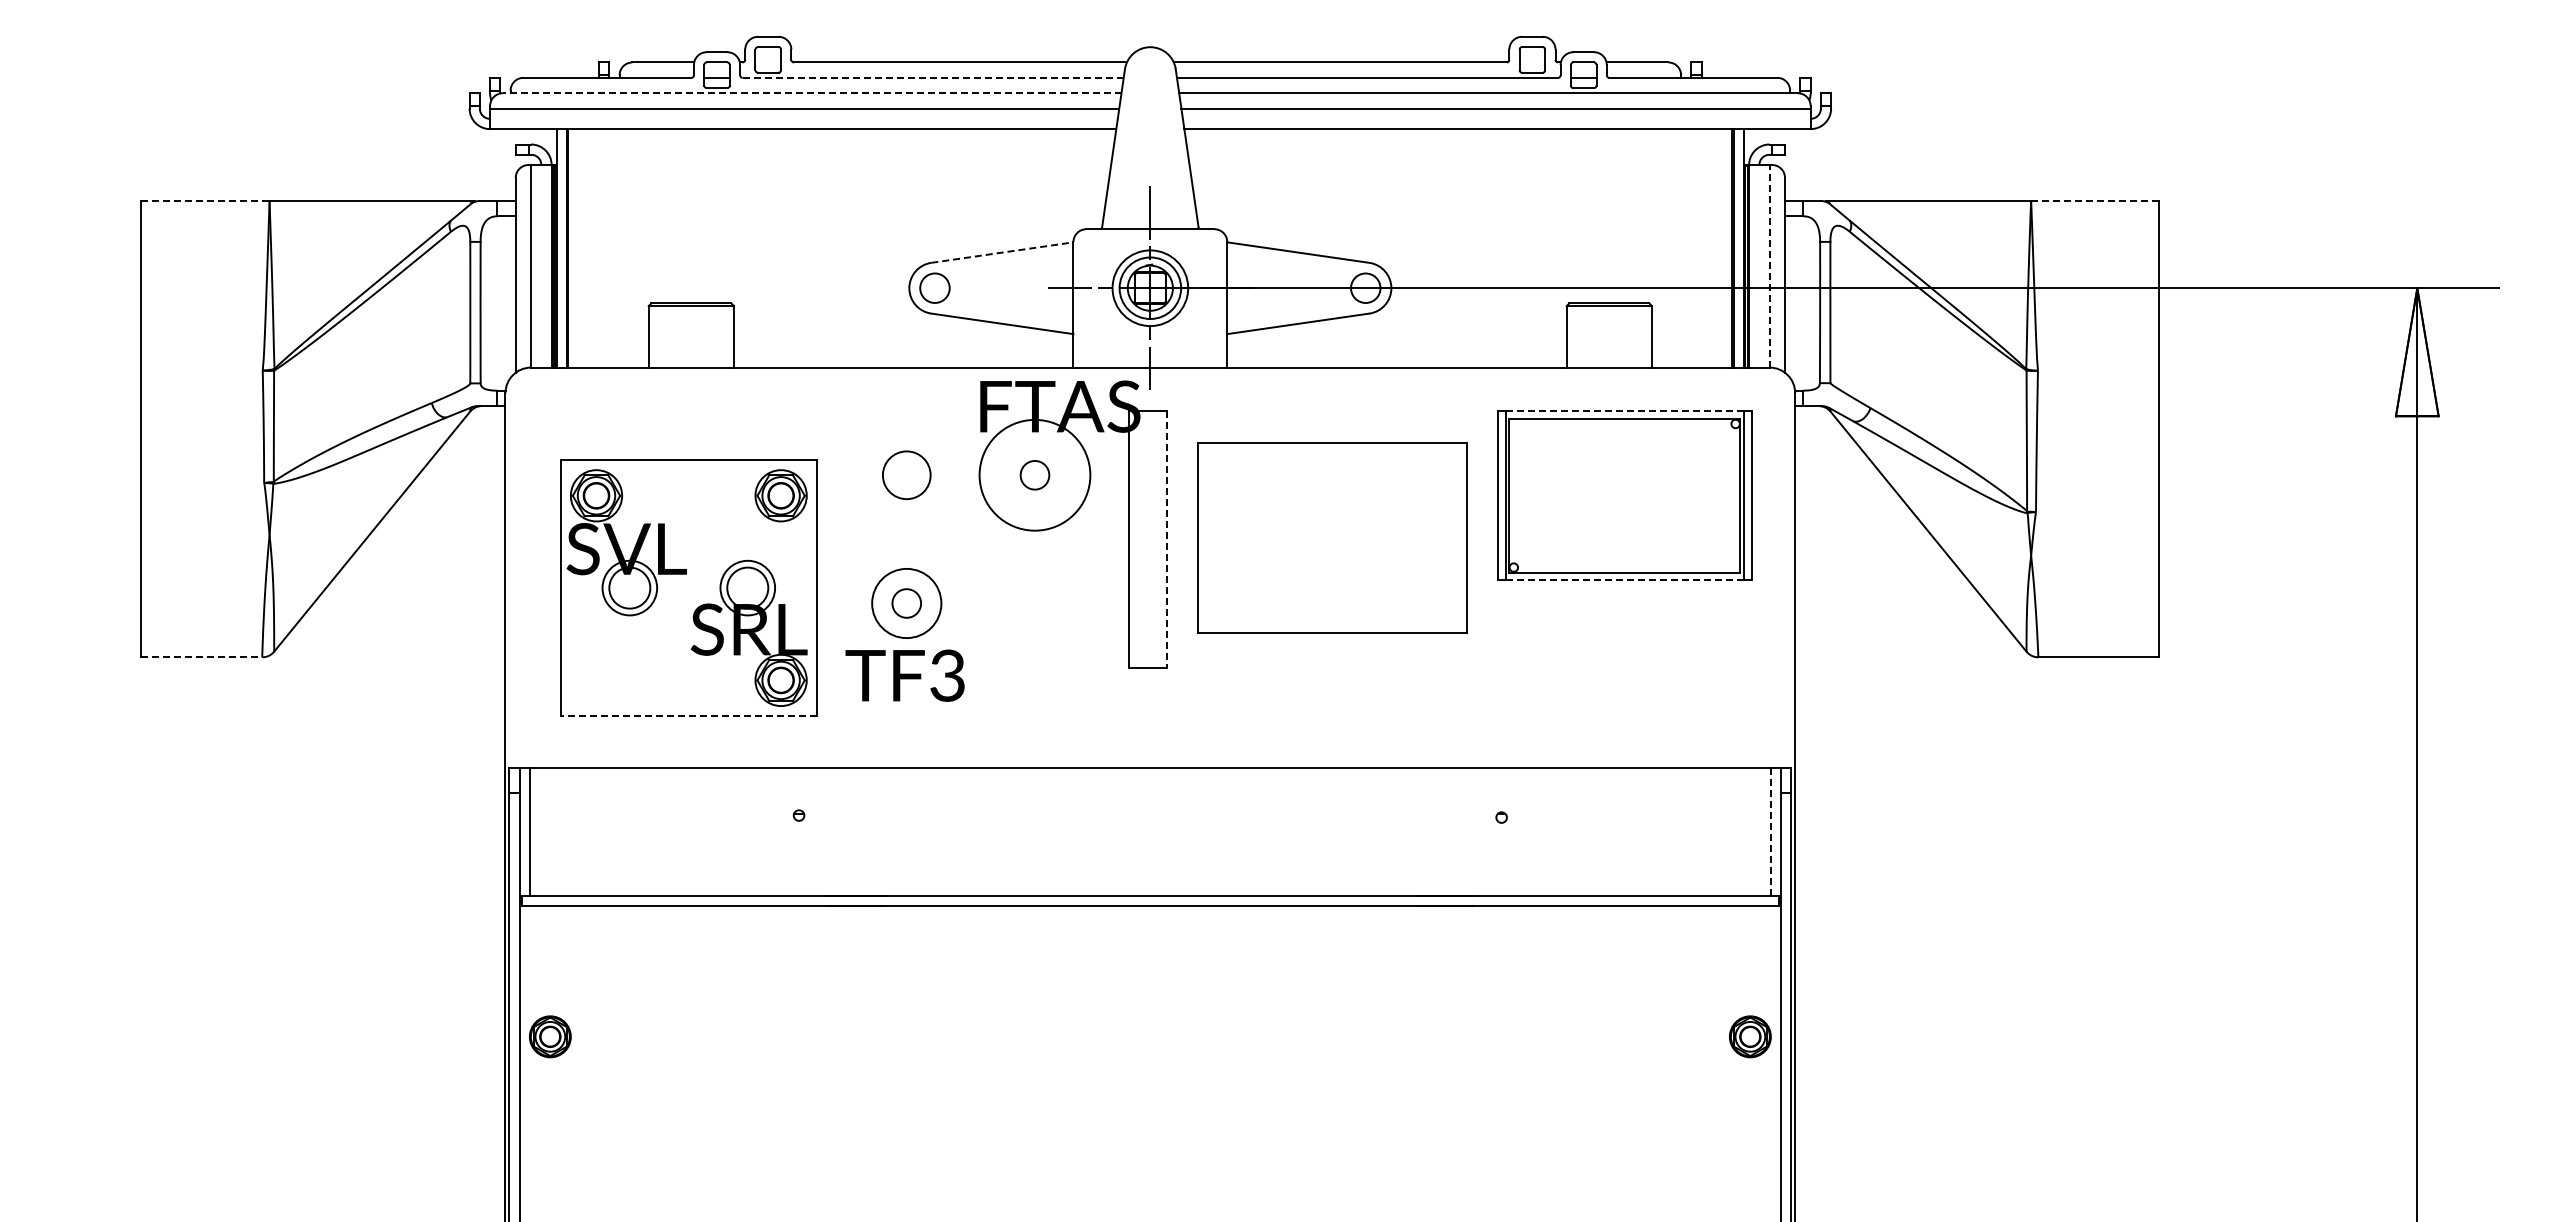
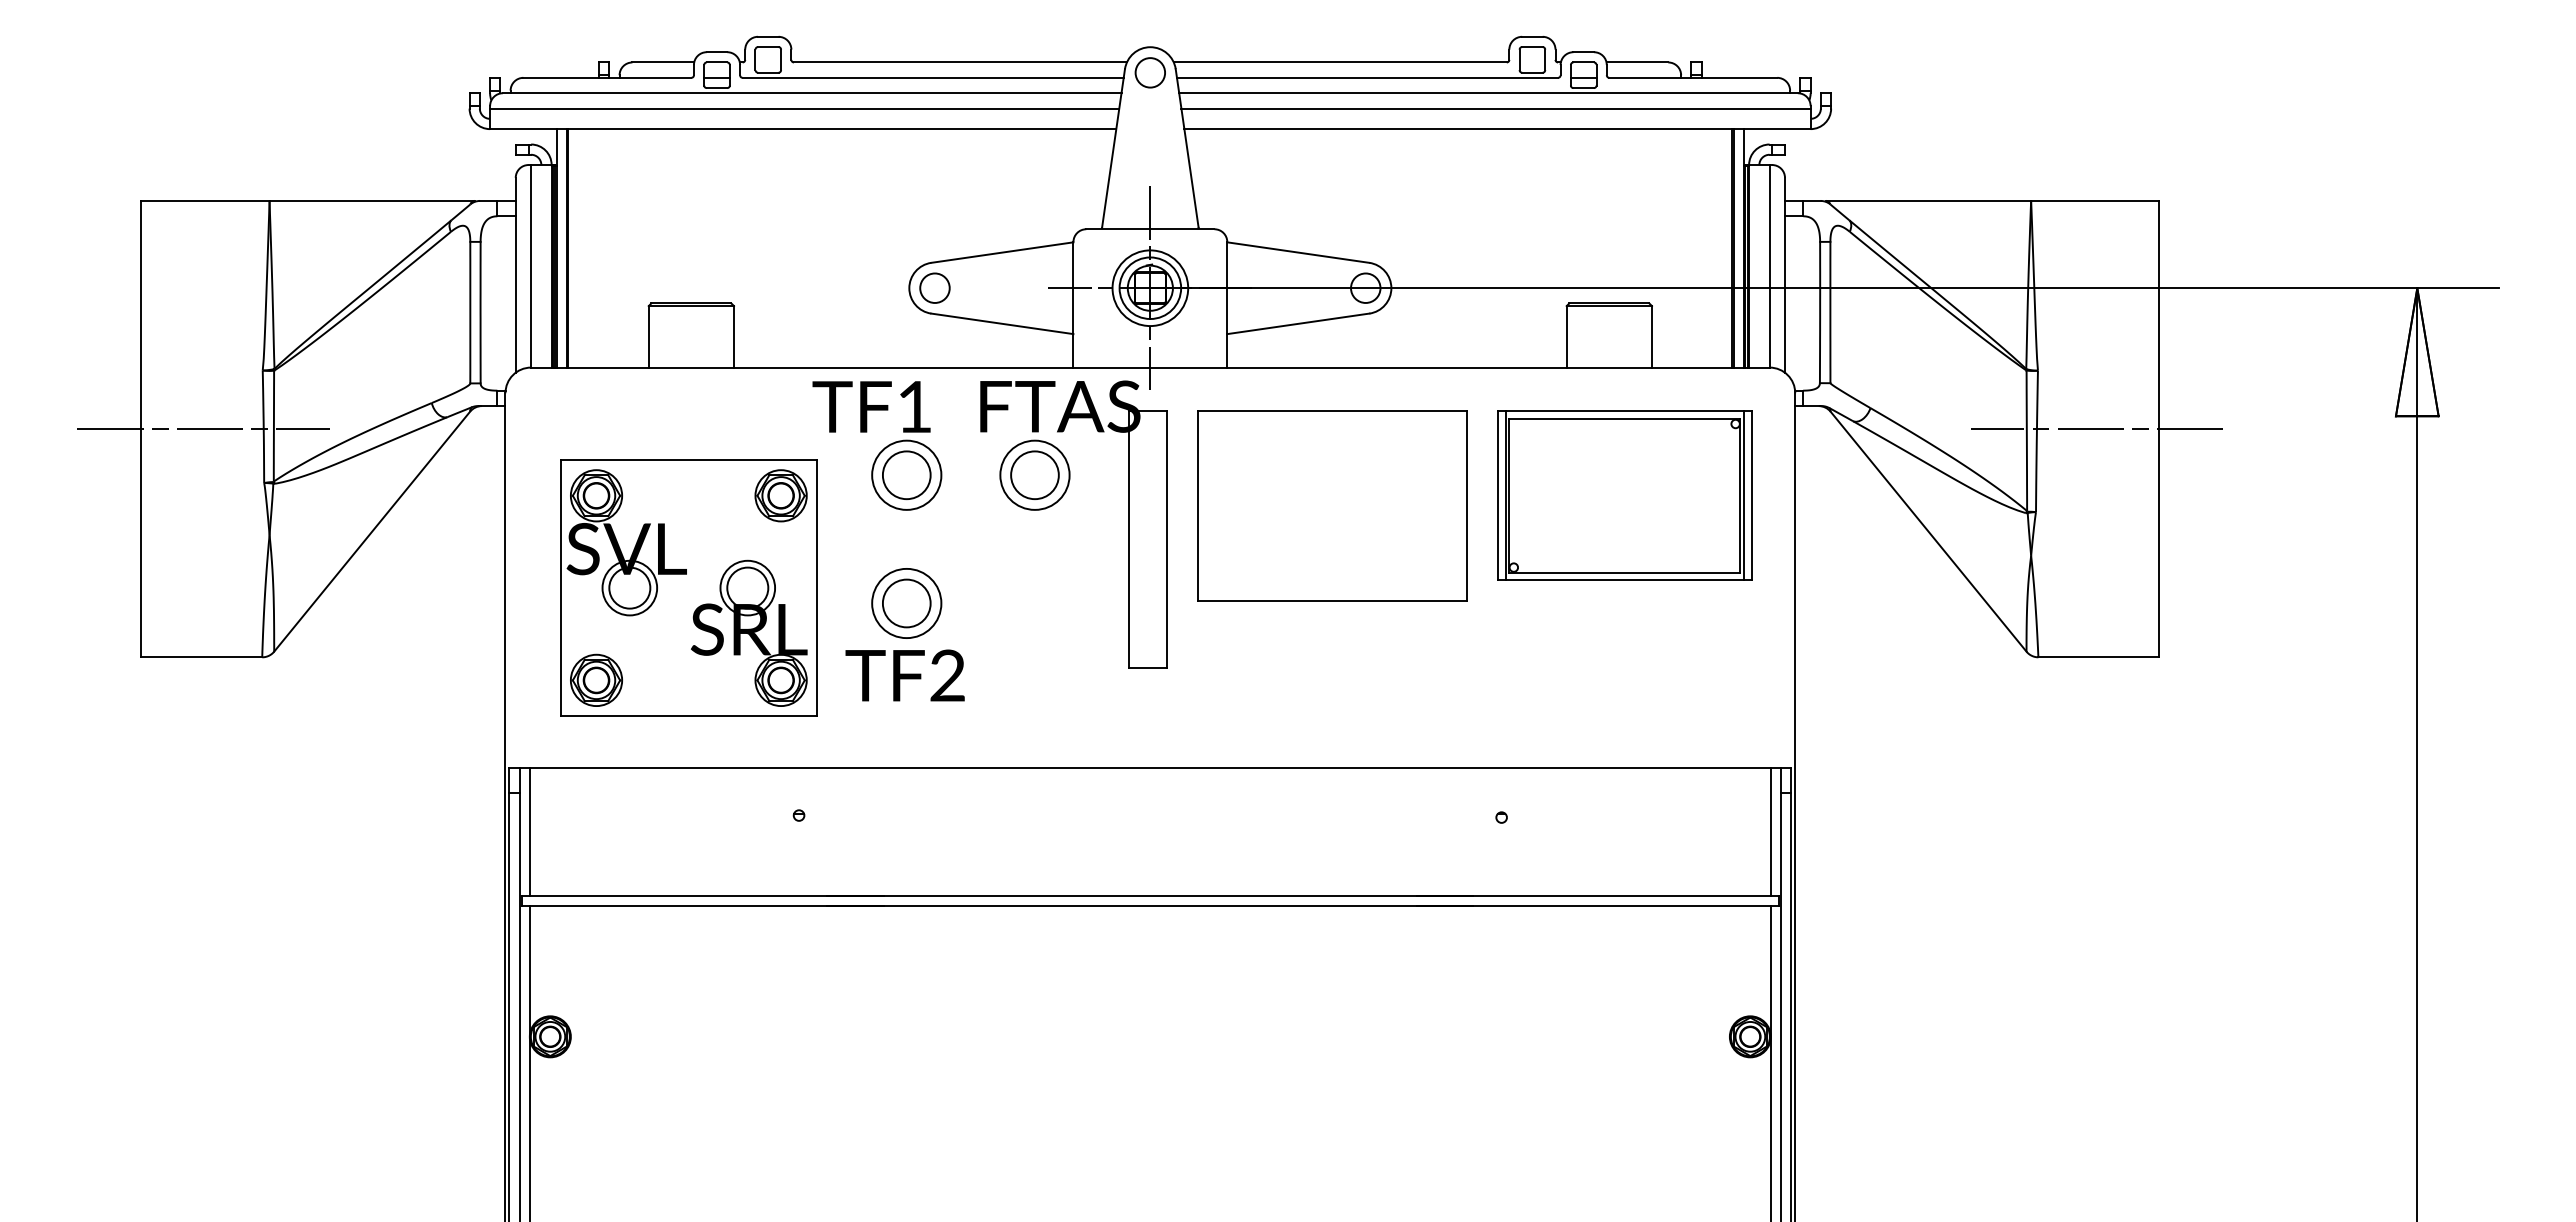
circle at (1149, 72): none -> present
line at (933, 77): dashed -> solid
line at (811, 93): dashed -> solid
line at (205, 200): dashed -> solid
line at (2094, 200): dashed -> solid
line at (1002, 252): dashed -> solid
line at (1769, 265): dashed -> solid
line at (1624, 411): dashed -> solid
line at (203, 429): none -> present
line at (2096, 429): none -> present
part at (882, 449): none -> present
circle at (1034, 474) diameter: 111 px -> 69 px
circle at (1034, 474) diameter: 29 px -> 48 px
part at (1332, 537) position: (1332, 537) -> (1332, 505)
line at (1167, 539): dashed -> solid
line at (1625, 580): dashed -> solid
circle at (906, 603) diameter: 29 px -> 48 px
line at (202, 657): dashed -> solid
text at (947, 675): TF3 -> TF2
part at (596, 679): none -> present
line at (688, 716): dashed -> solid
line at (1770, 831): dashed -> solid
line at (529, 1062): none -> present
line at (1770, 1062): none -> present
